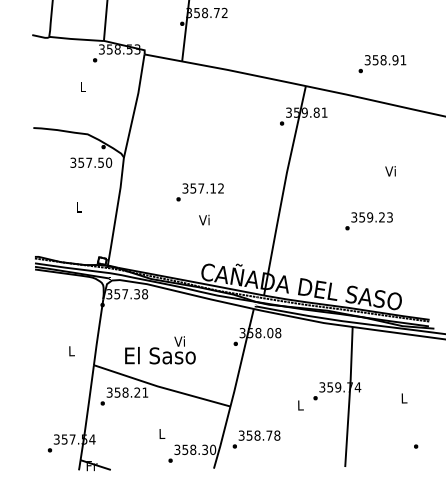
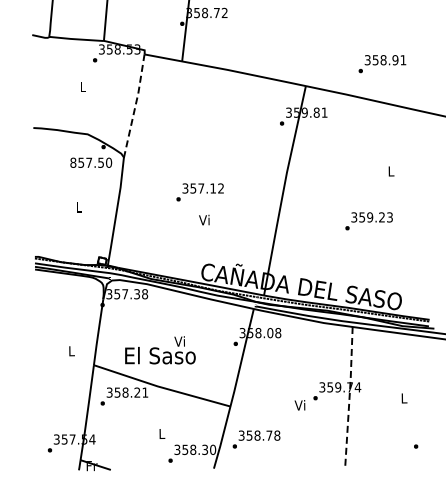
line at (135, 105): solid -> dashed
text at (73, 162): 357.50 -> 857.50
text at (390, 171): Vi -> L
line at (349, 396): solid -> dashed
text at (299, 405): L -> Vi
